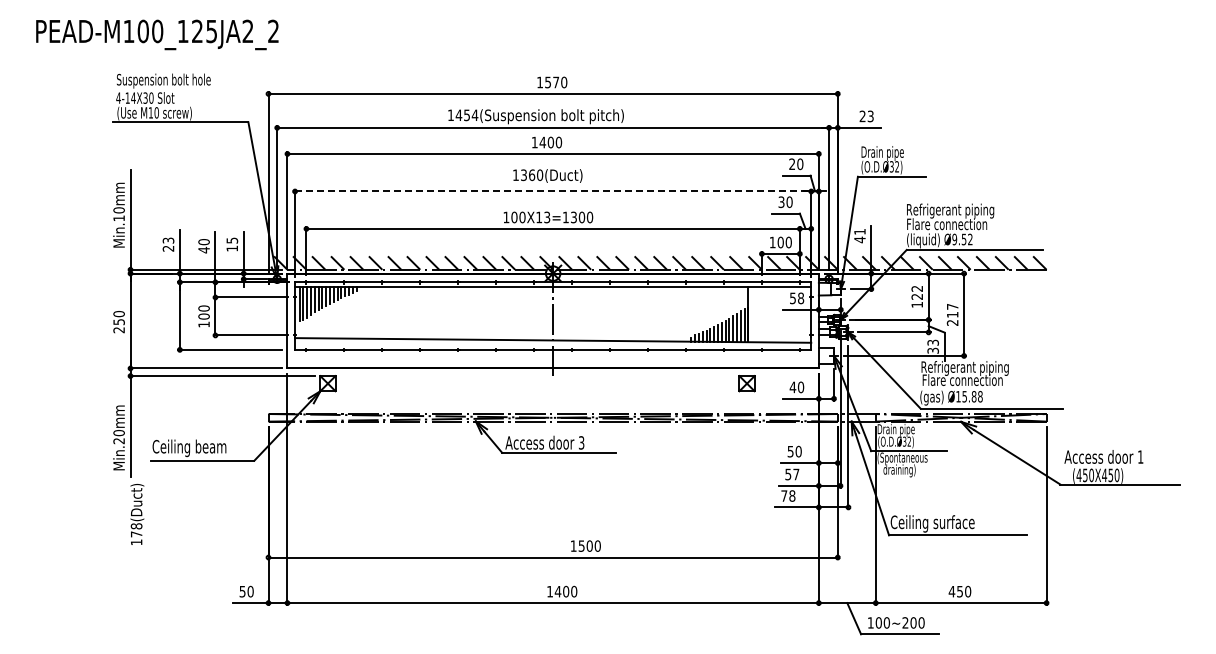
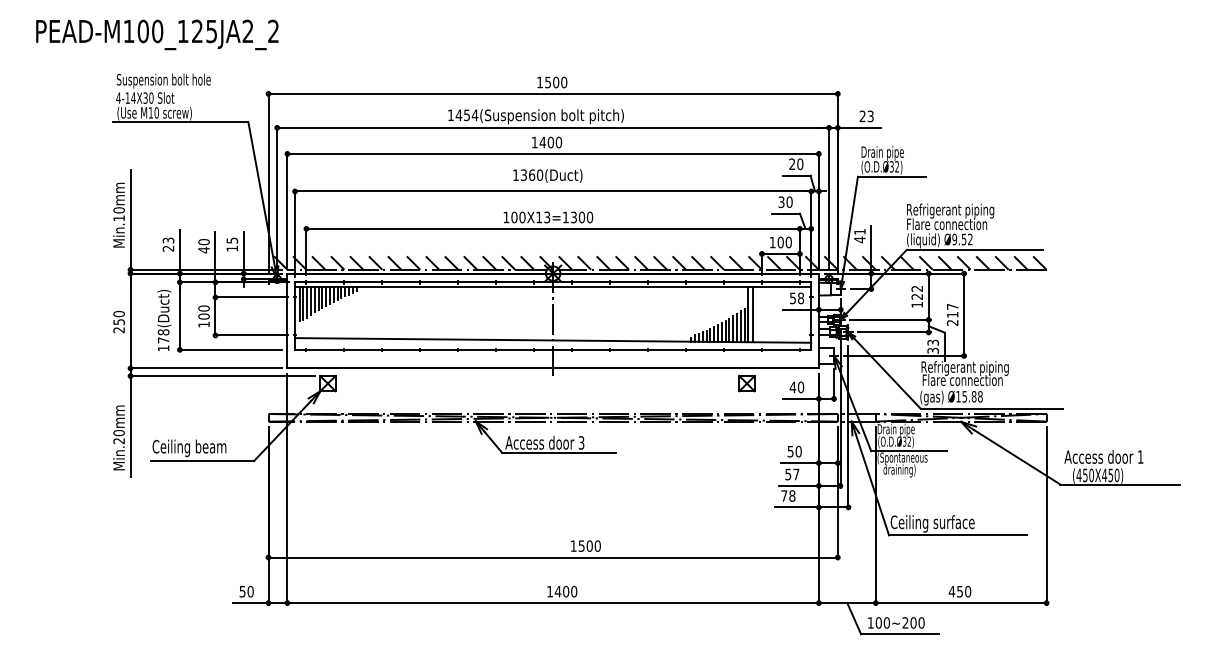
text at (556, 82): 1570 -> 1500
line at (553, 191): dashed -> solid
line at (752, 314): none -> present
text at (137, 514) position: (137, 514) -> (164, 320)
